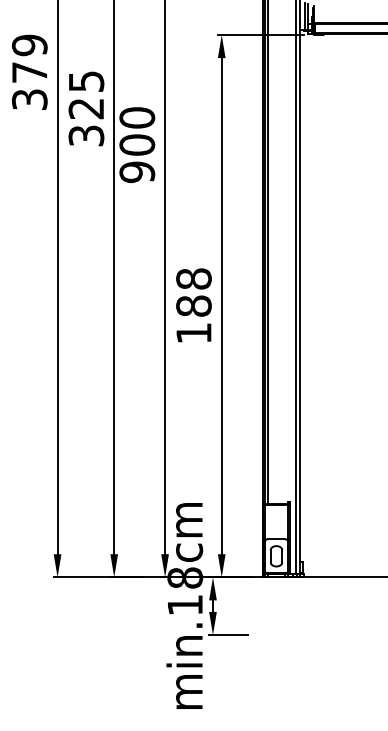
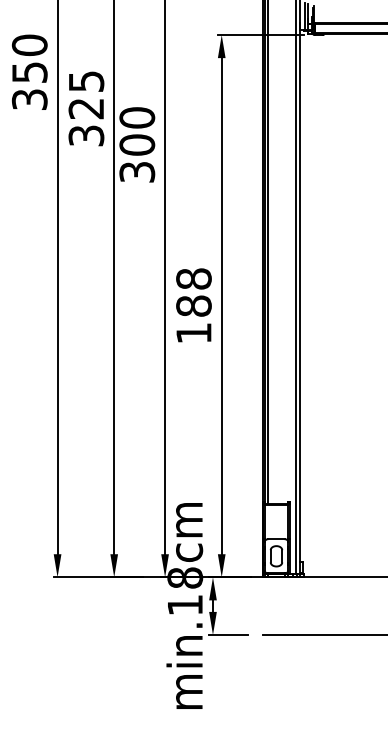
text at (29, 58): 379 -> 350
text at (137, 172): 900 -> 300
line at (323, 635): none -> present
